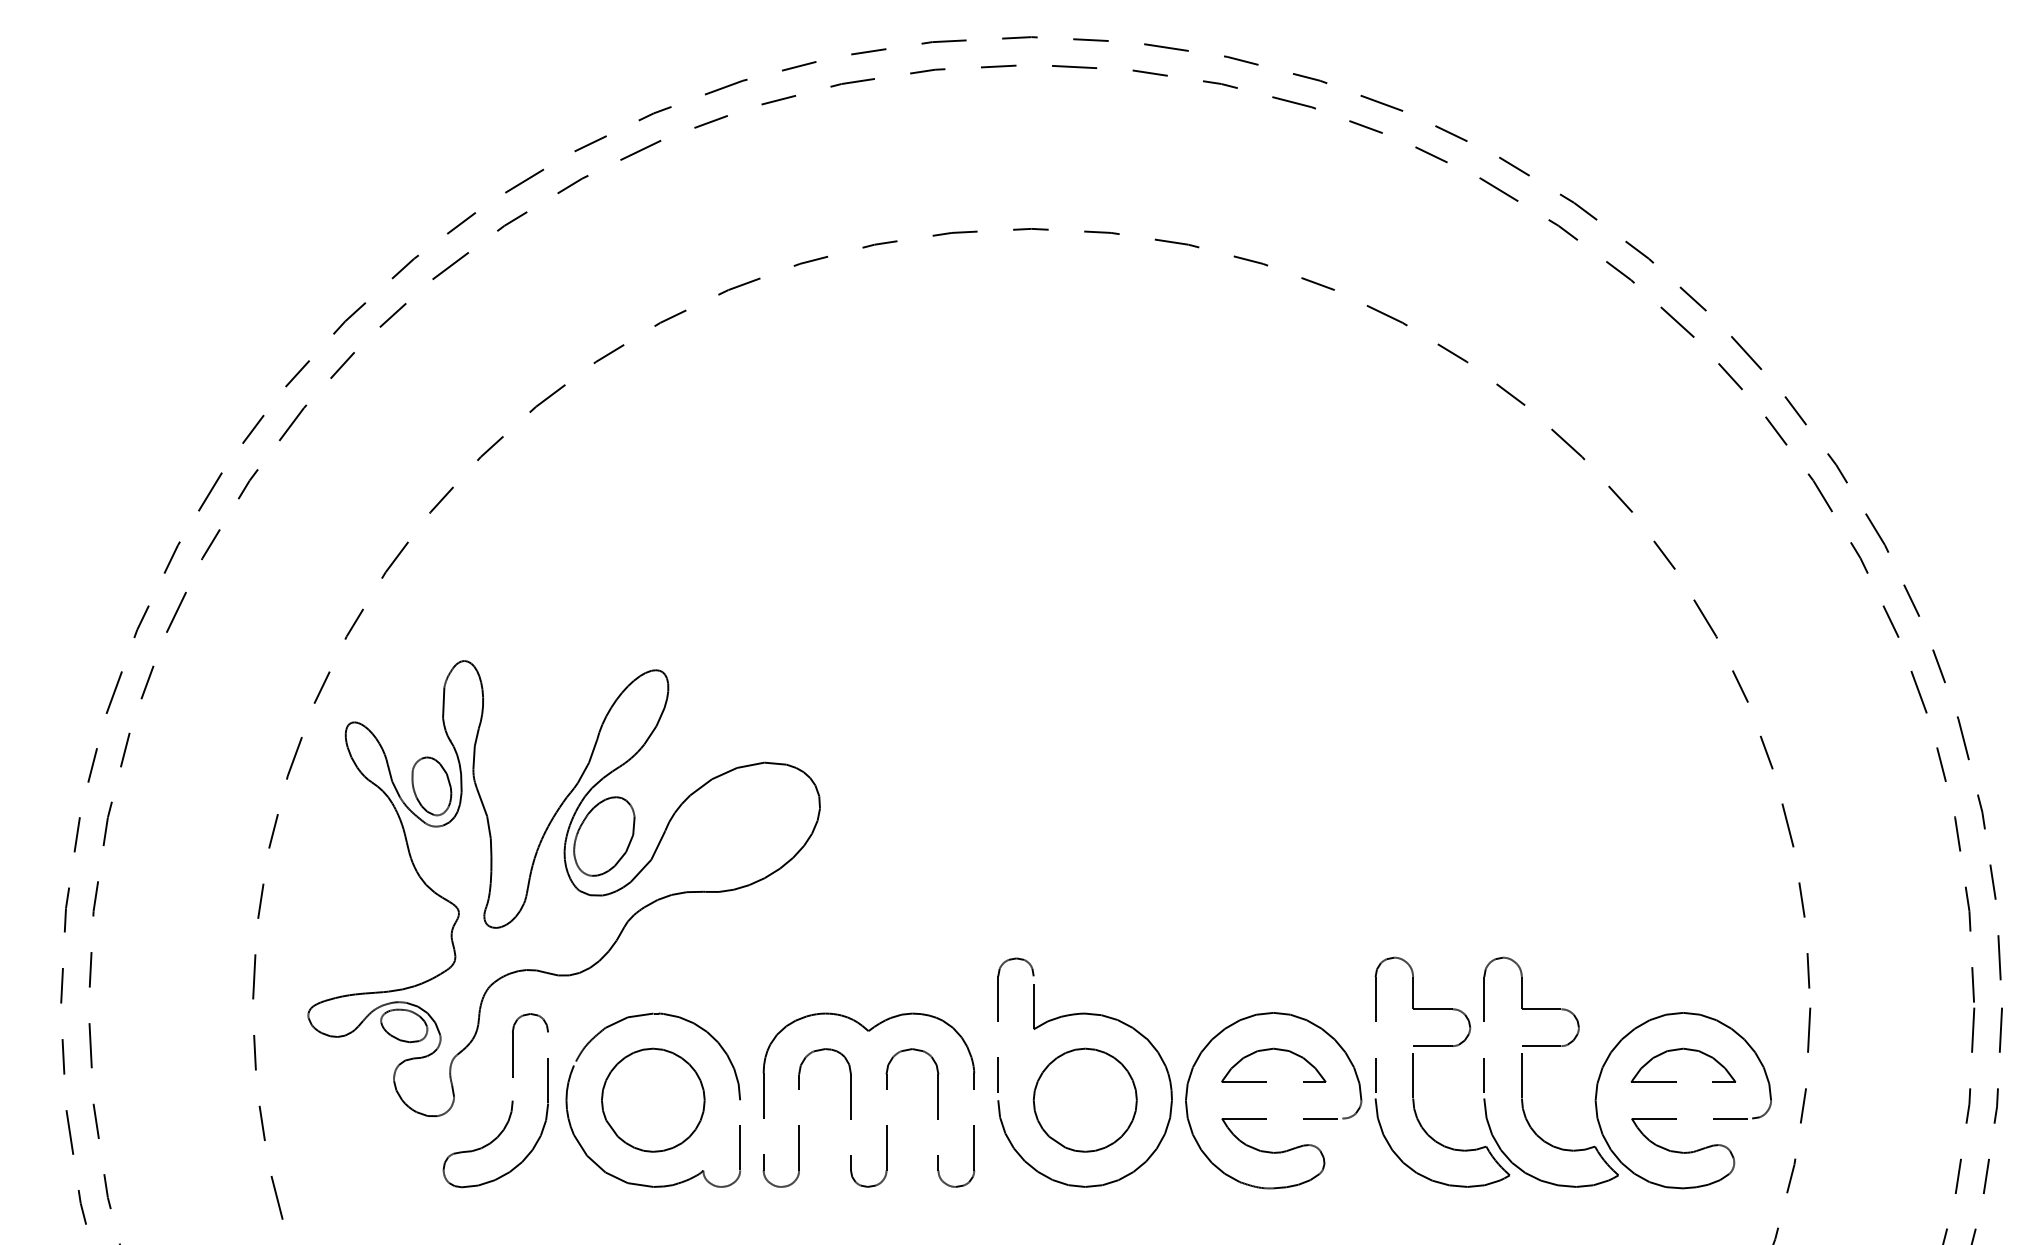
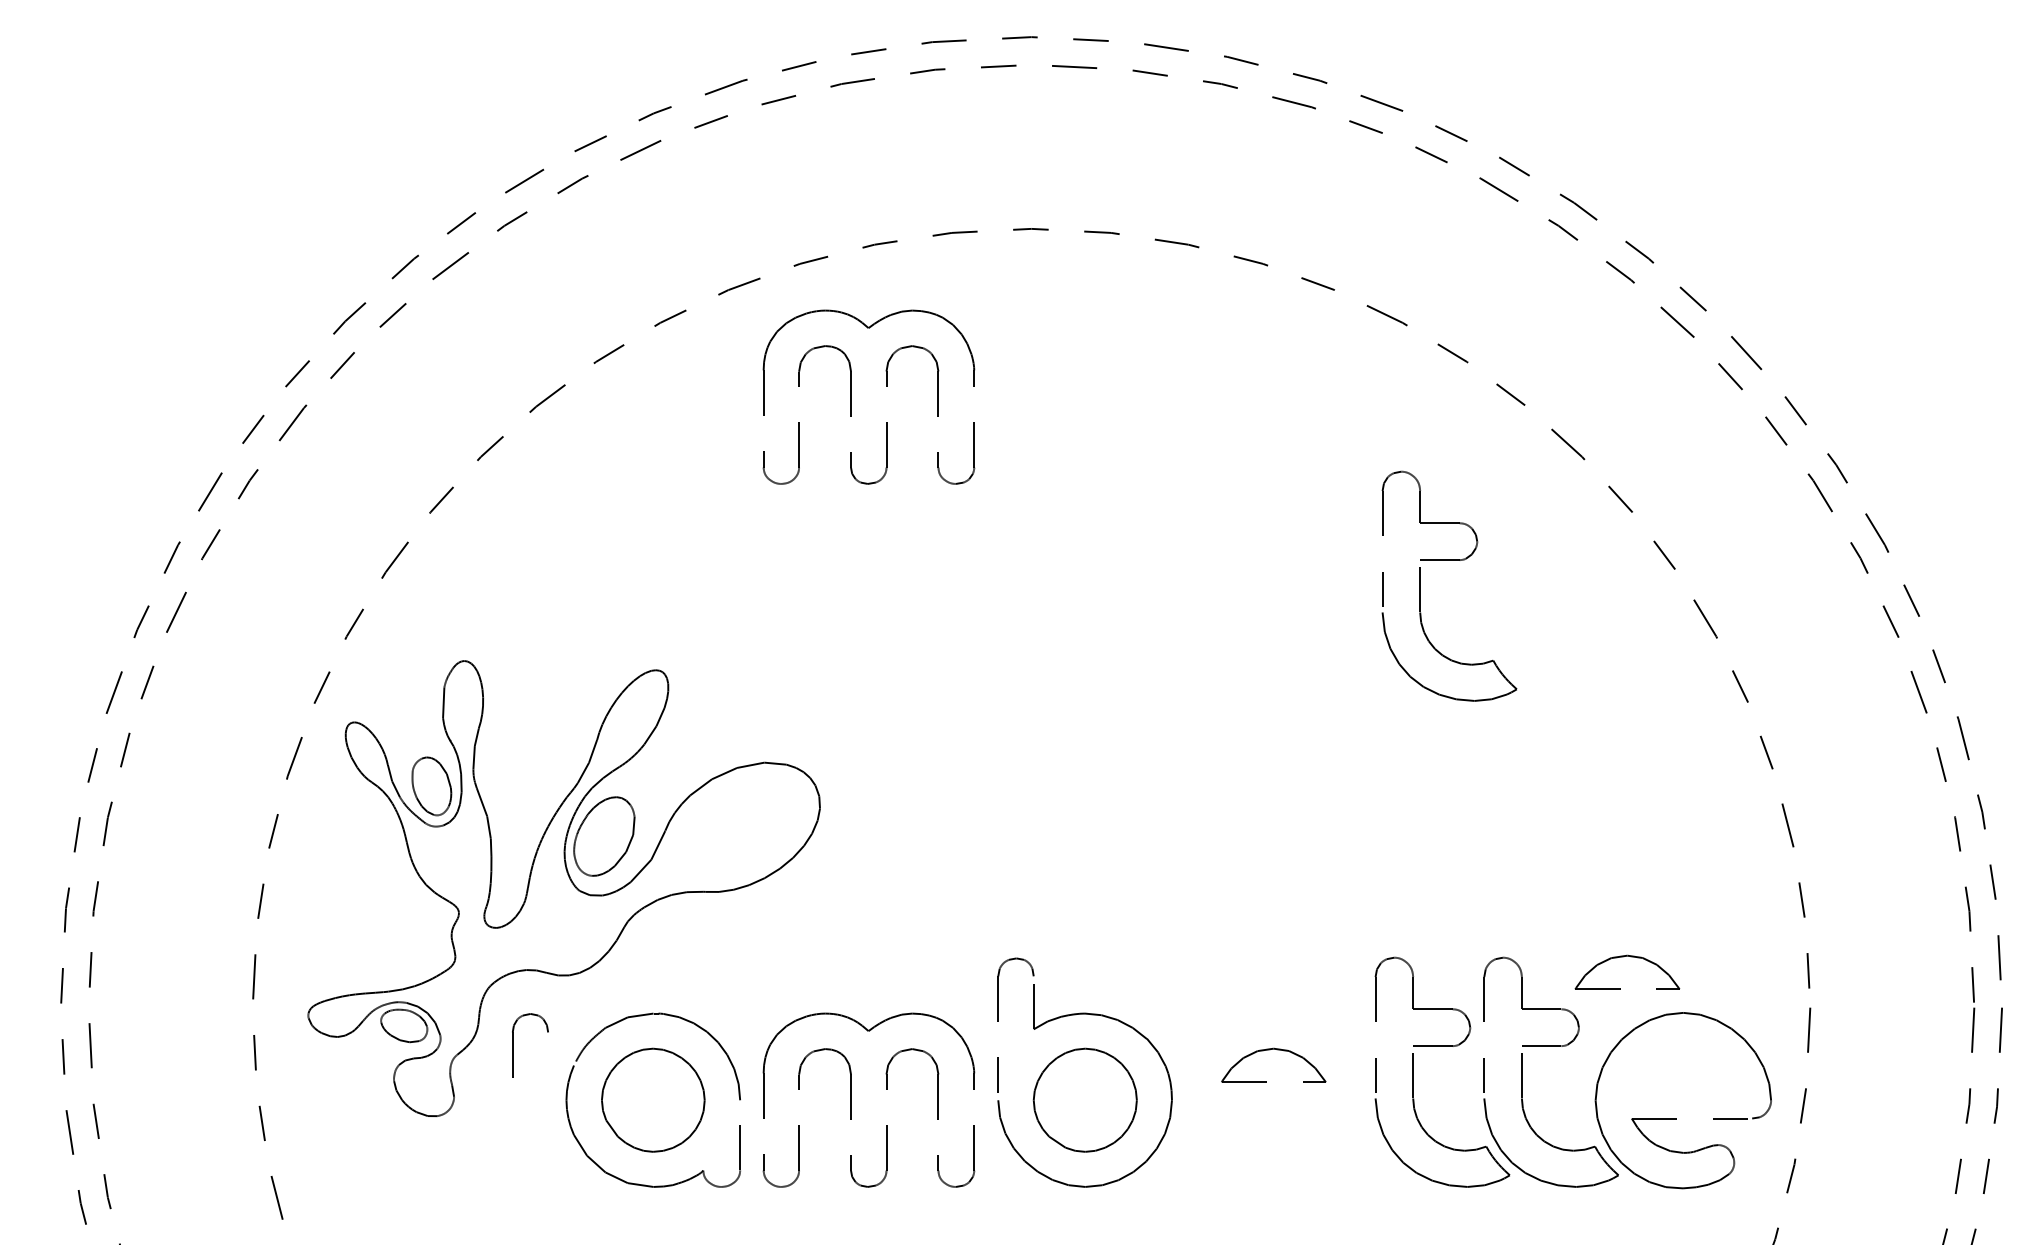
part at (851, 396): none -> present
part at (1449, 560): none -> present
part at (1686, 1050) position: (1686, 1050) -> (1630, 957)
part at (1266, 1118): present -> none
part at (502, 1129): present -> none
